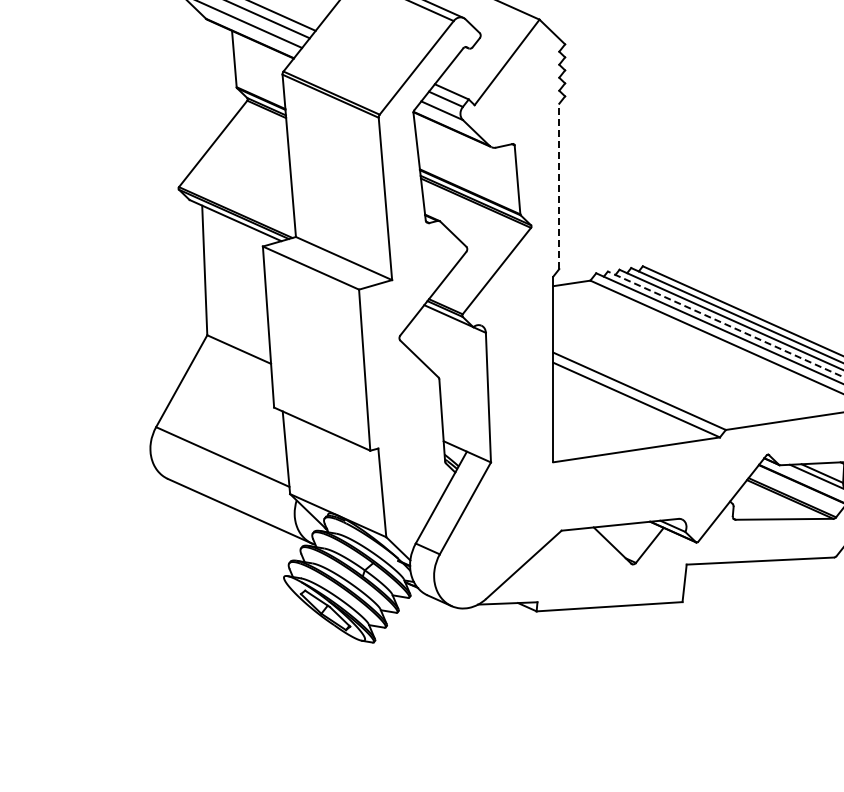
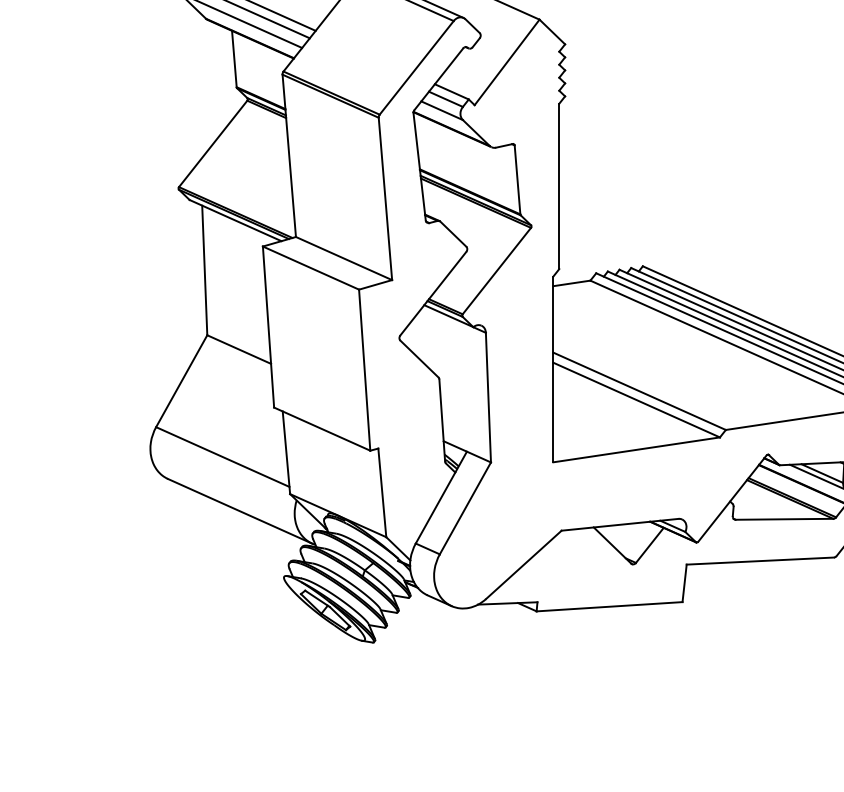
line at (559, 186): dashed -> solid
line at (725, 324): dashed -> solid
